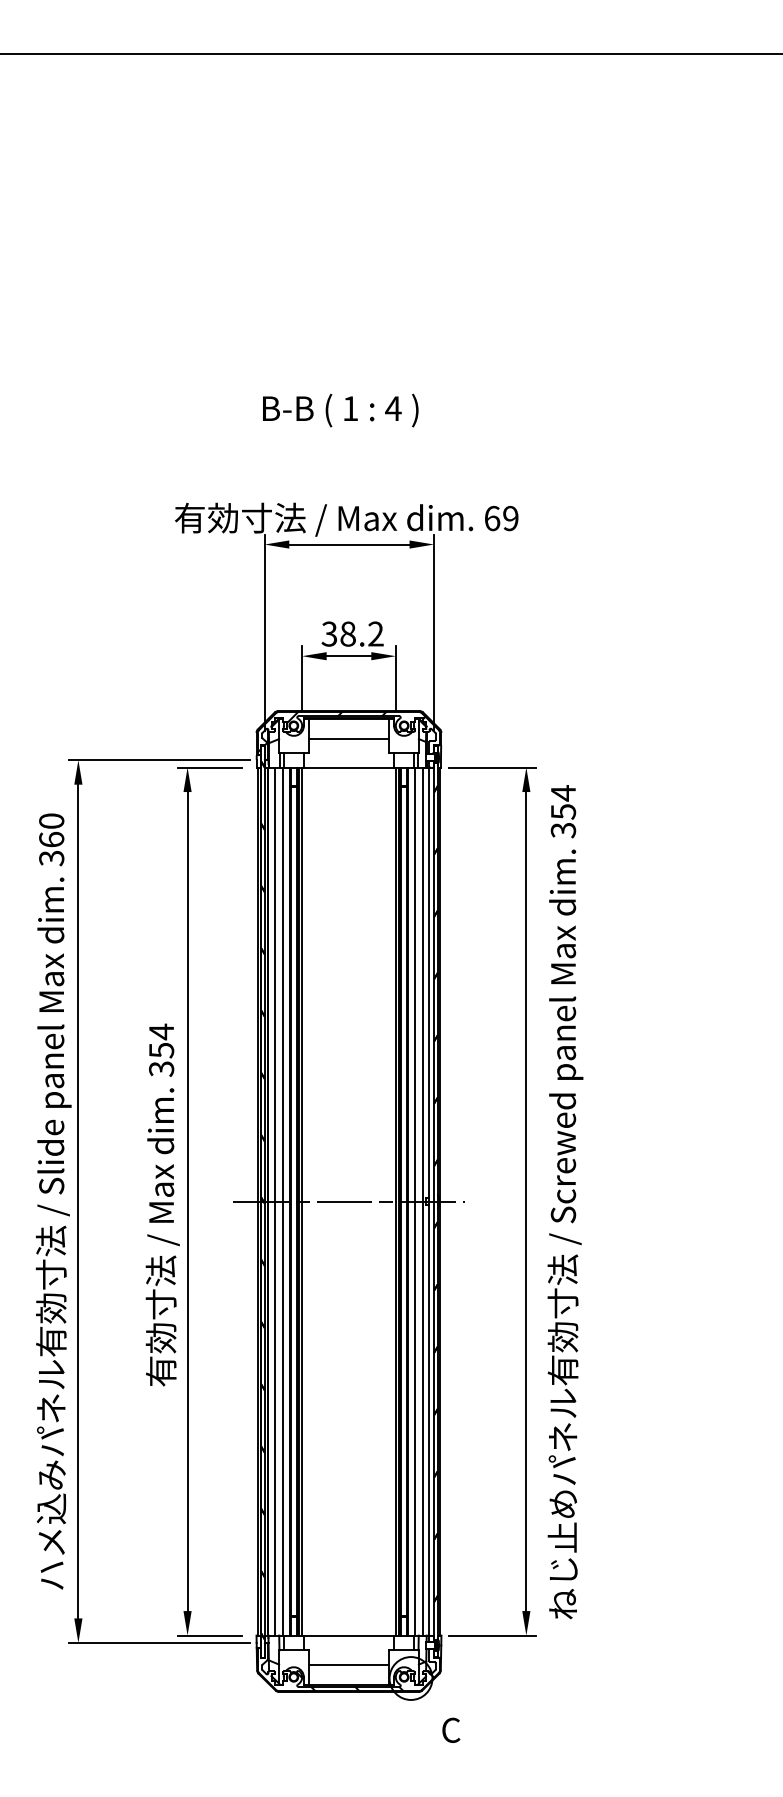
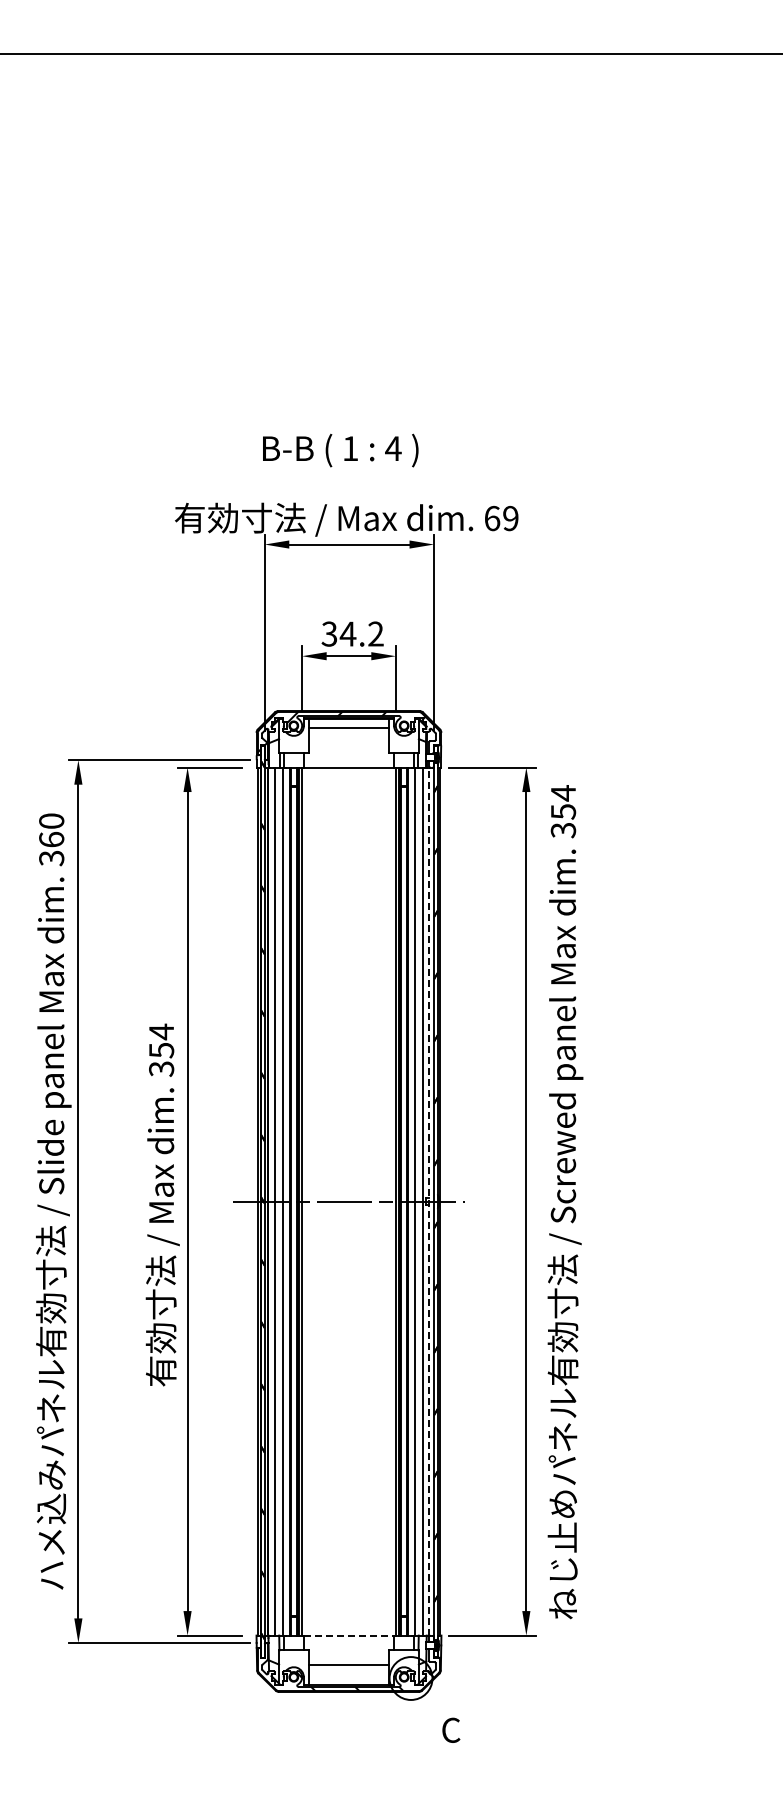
text at (340, 410) position: (340, 410) -> (340, 450)
text at (347, 633): 38.2 -> 34.2
line at (348, 738) position: (348, 738) -> (348, 727)
line at (429, 1201): solid -> dashed
line at (349, 1635): solid -> dashed
